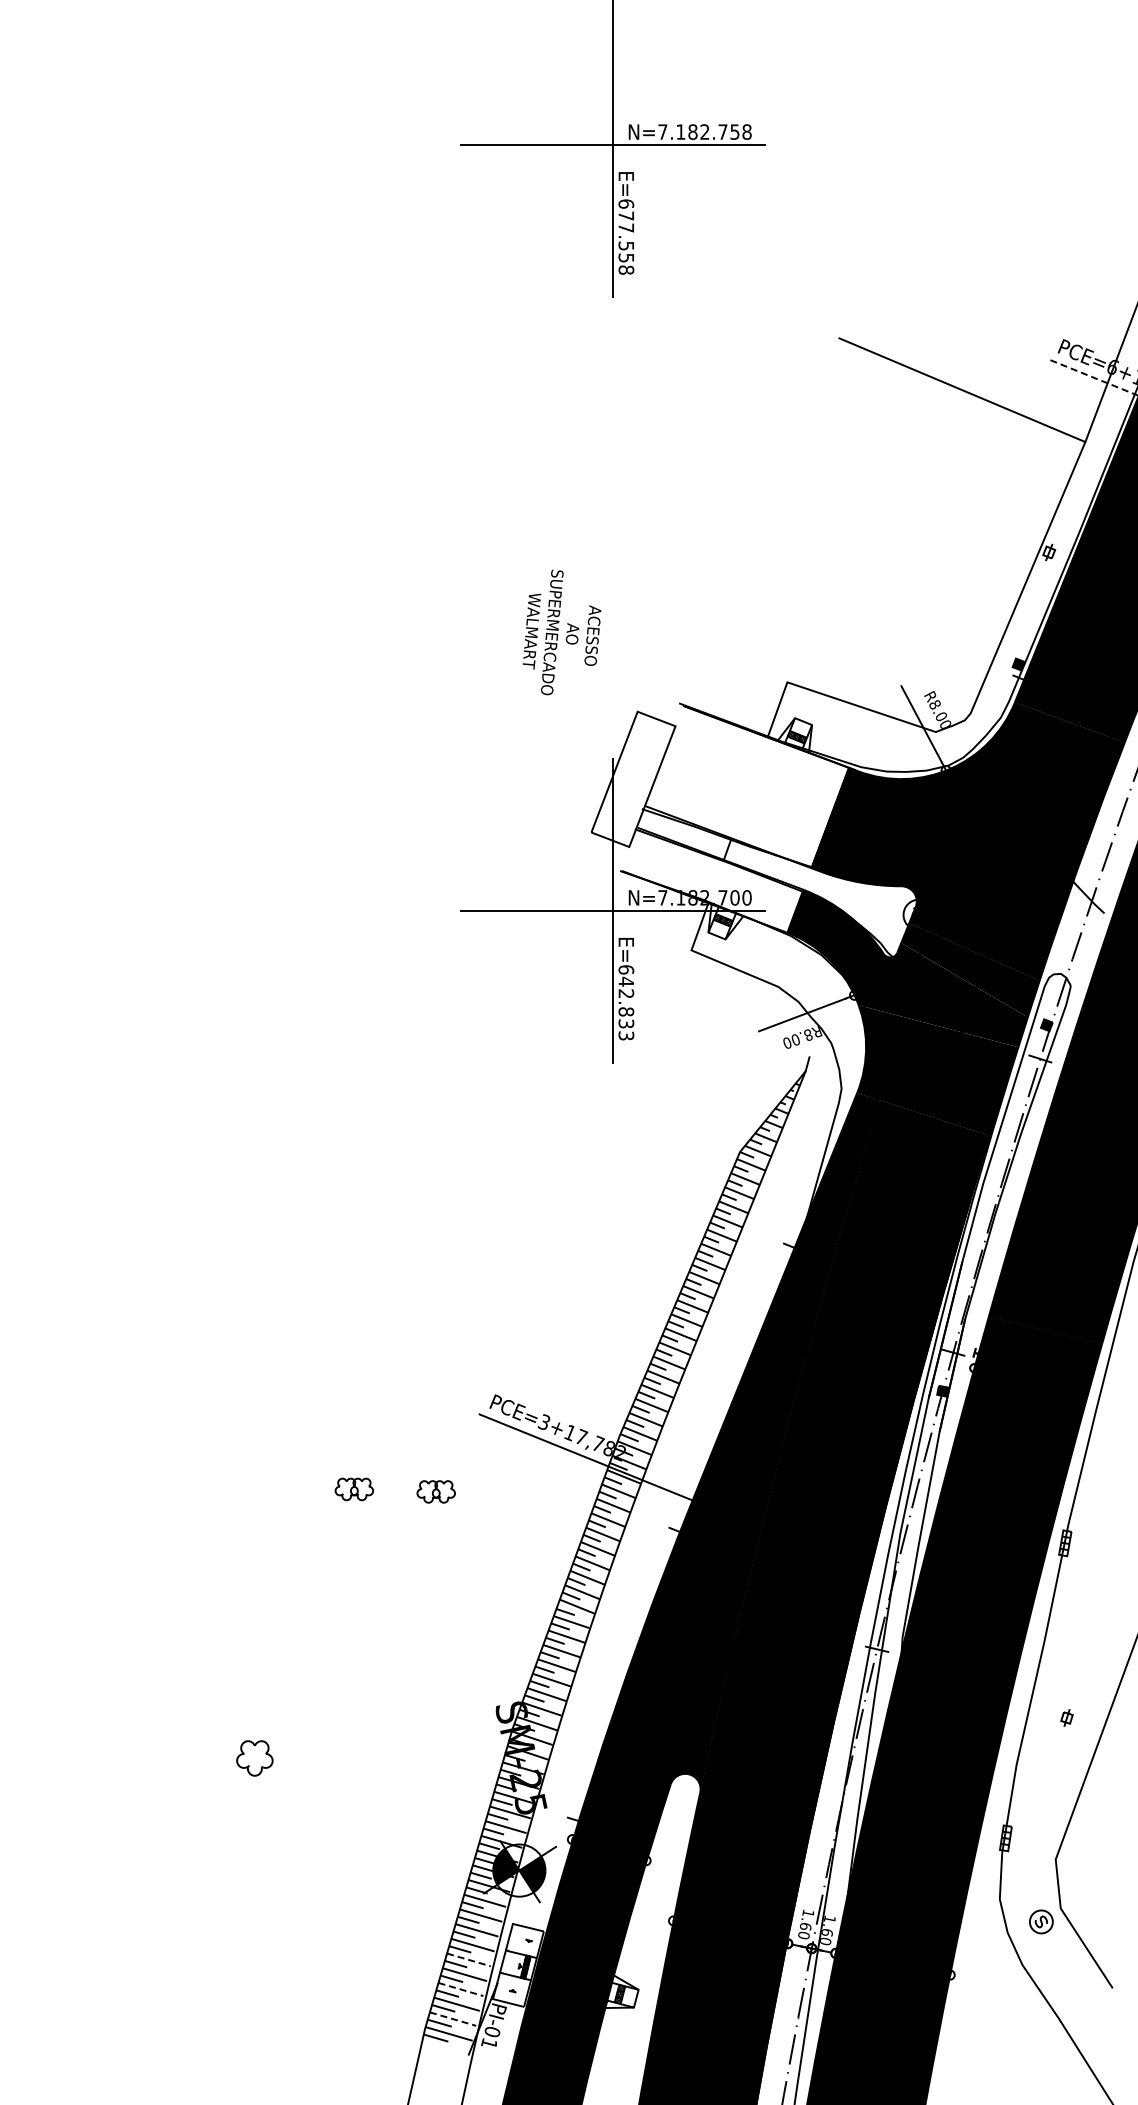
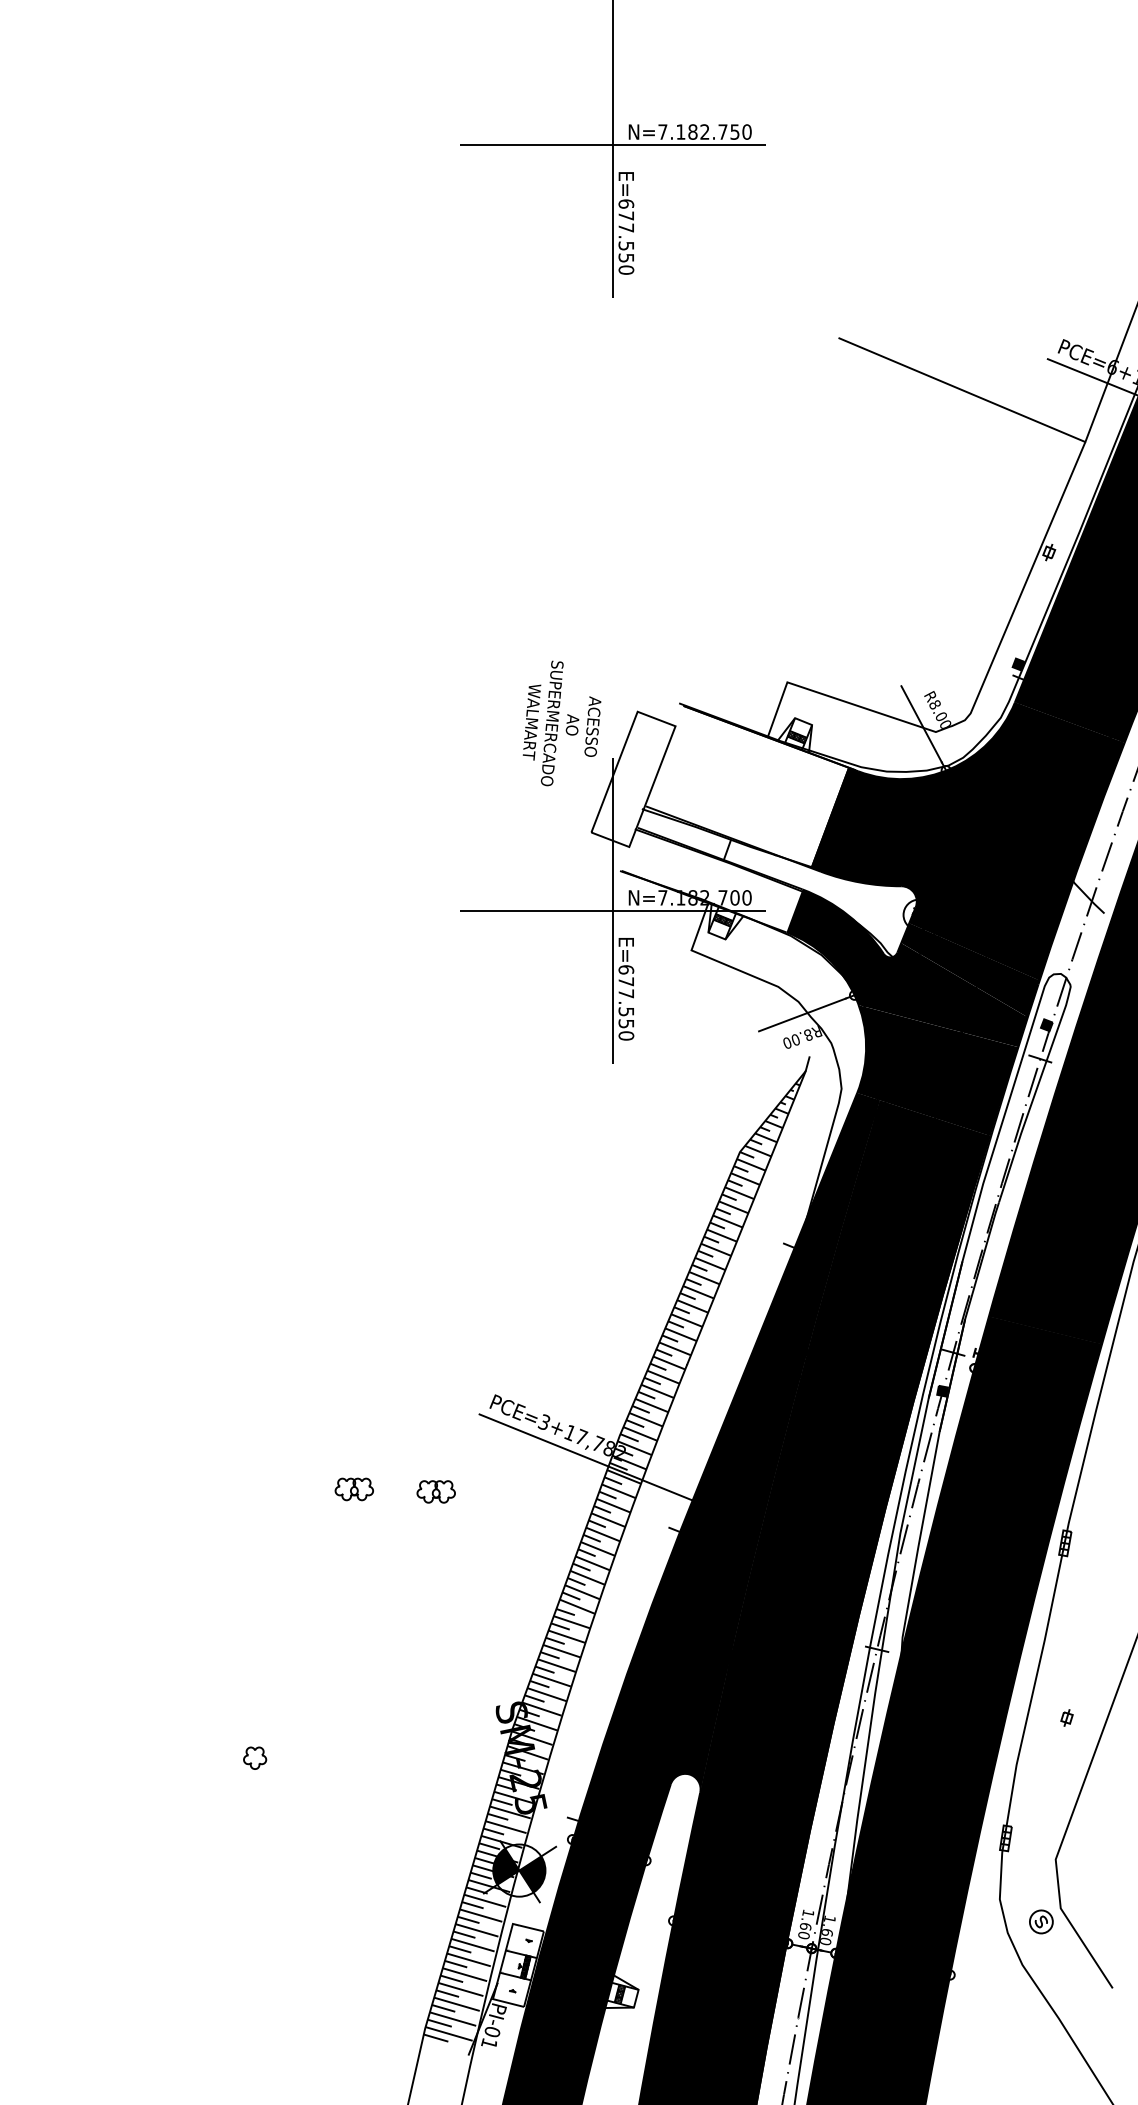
text at (746, 131): N=7.182.758 -> N=7.182.750
text at (625, 269): E=677.558 -> E=677.550
line at (1092, 377): dashed -> solid
text at (561, 632) position: (561, 632) -> (561, 723)
text at (626, 1008): E=642.833 -> E=677.550
part at (254, 1758) size: 38x37 px -> 25x24 px
line at (468, 1959): dashed -> solid
line at (461, 1989): dashed -> solid
line at (453, 2019): dashed -> solid
